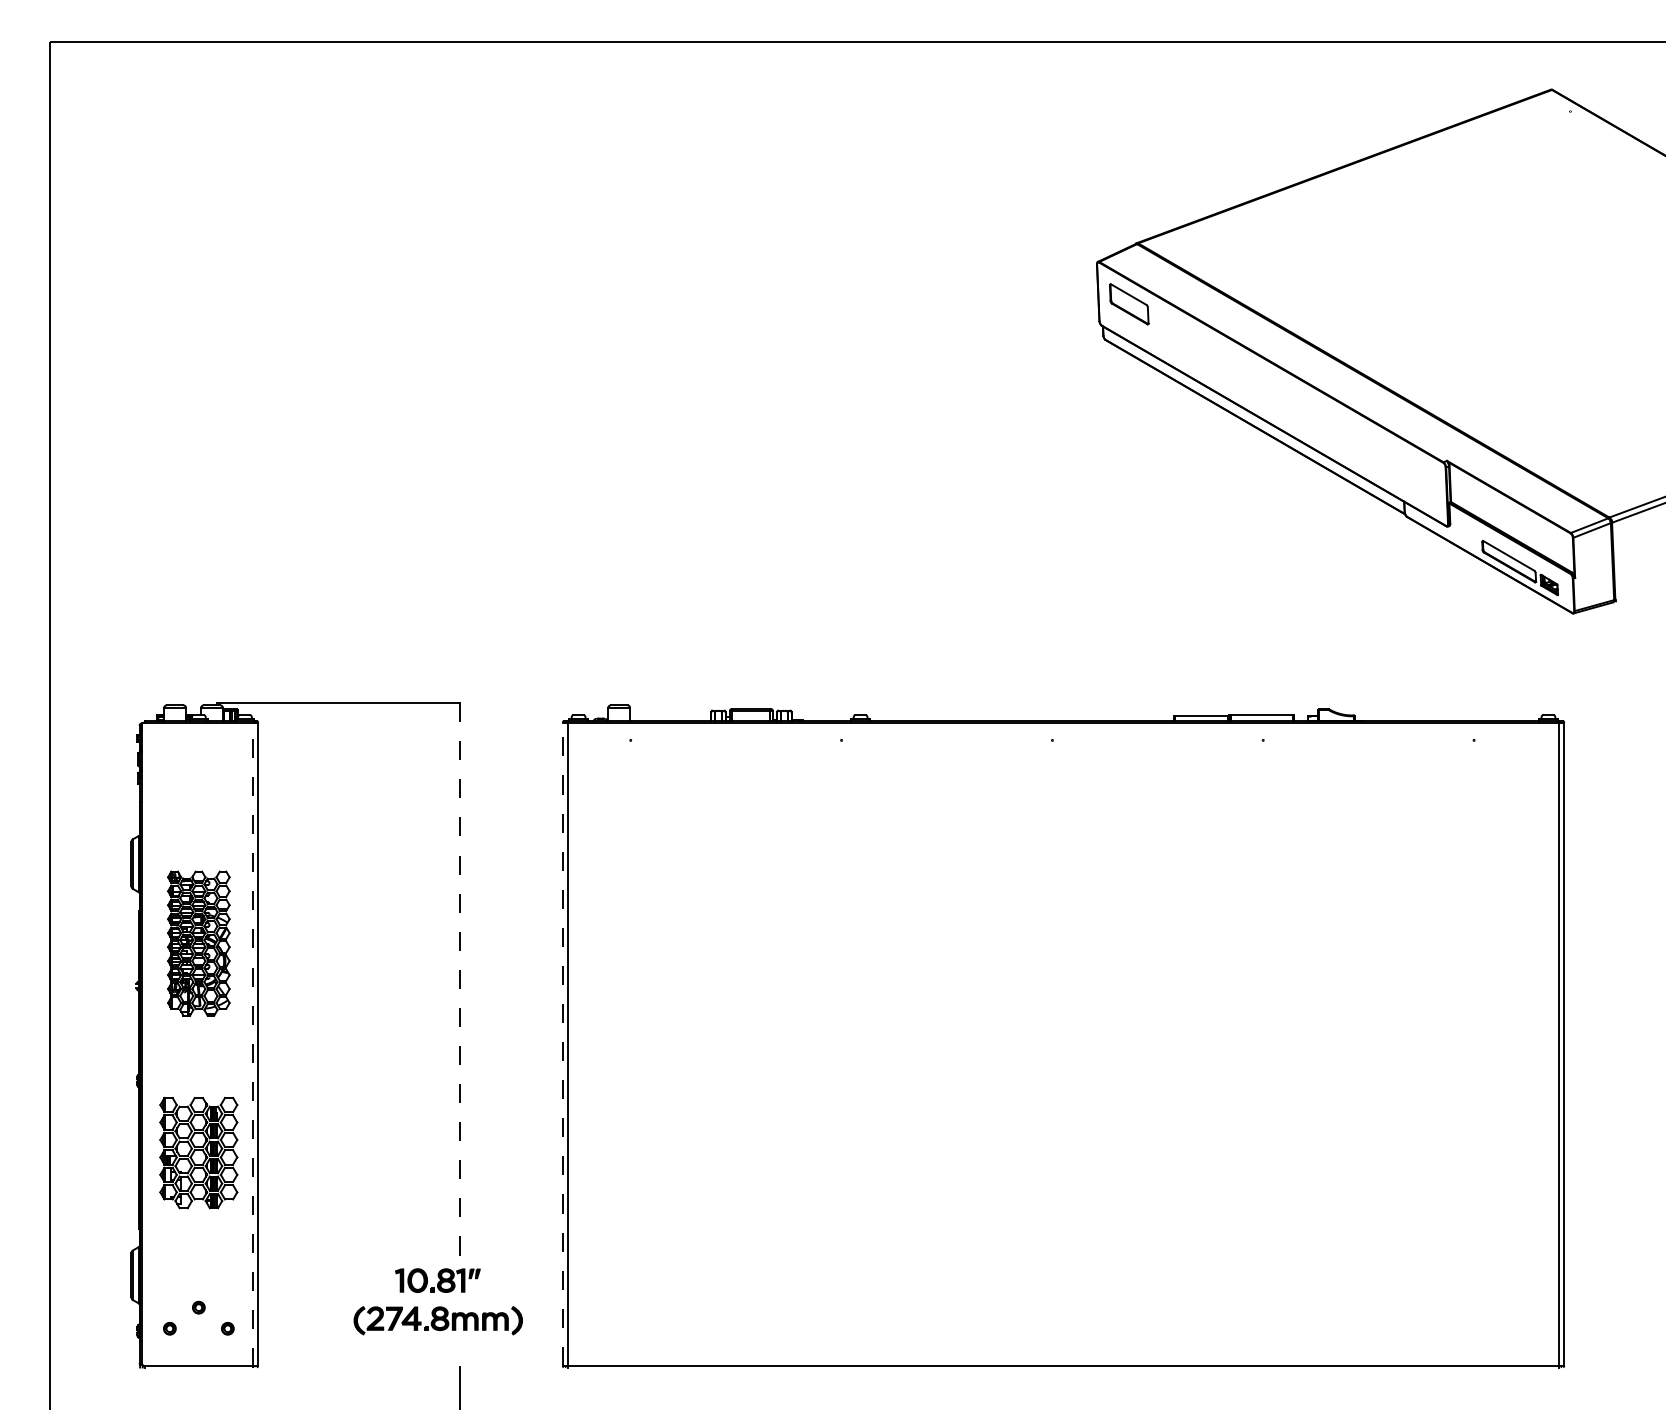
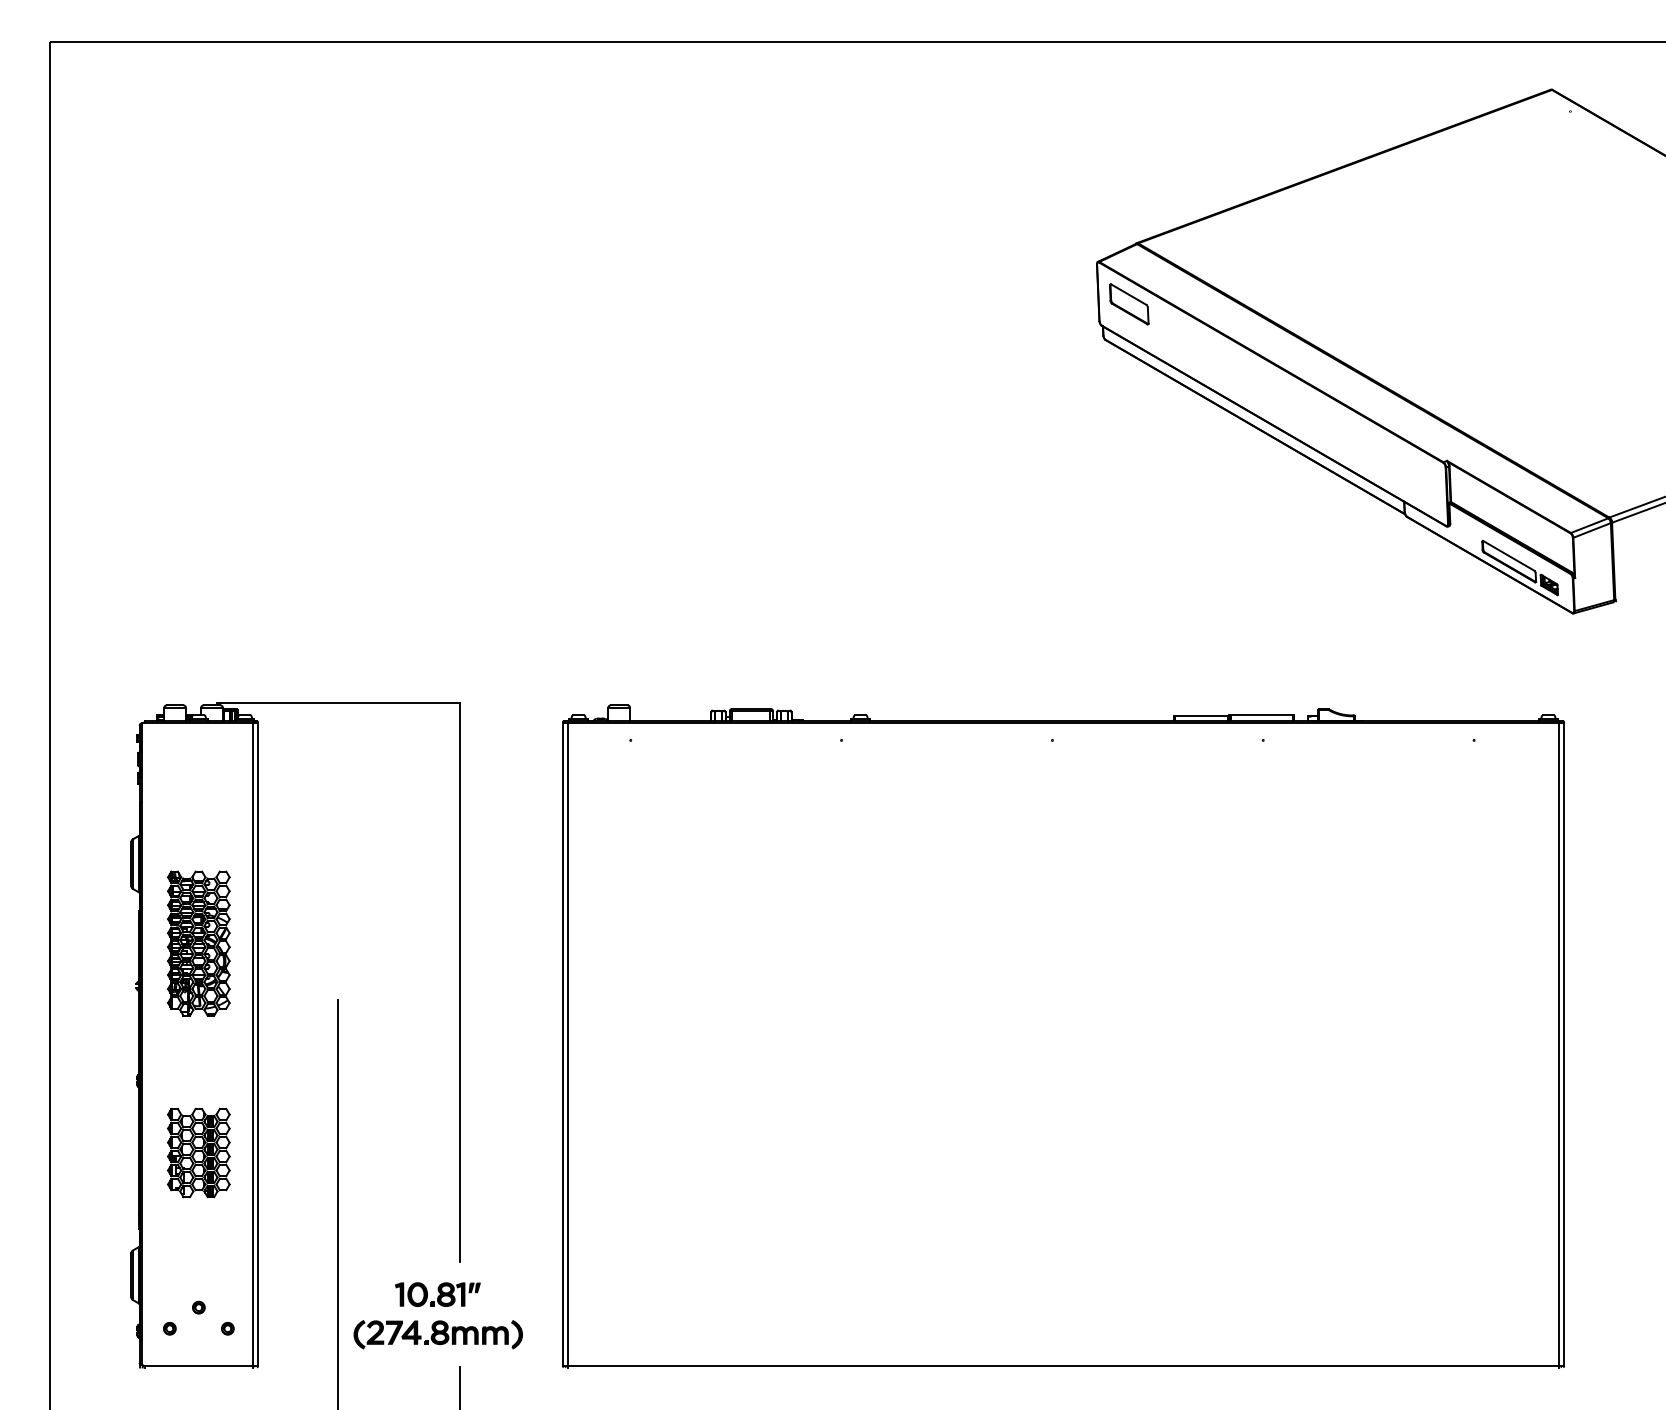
line at (459, 983): dashed -> solid
line at (252, 1043): dashed -> solid
line at (562, 1044): dashed -> solid
part at (198, 1152) size: 80x114 px -> 64x92 px
line at (338, 1203): none -> present
part at (437, 1301) position: (437, 1301) -> (437, 1315)
